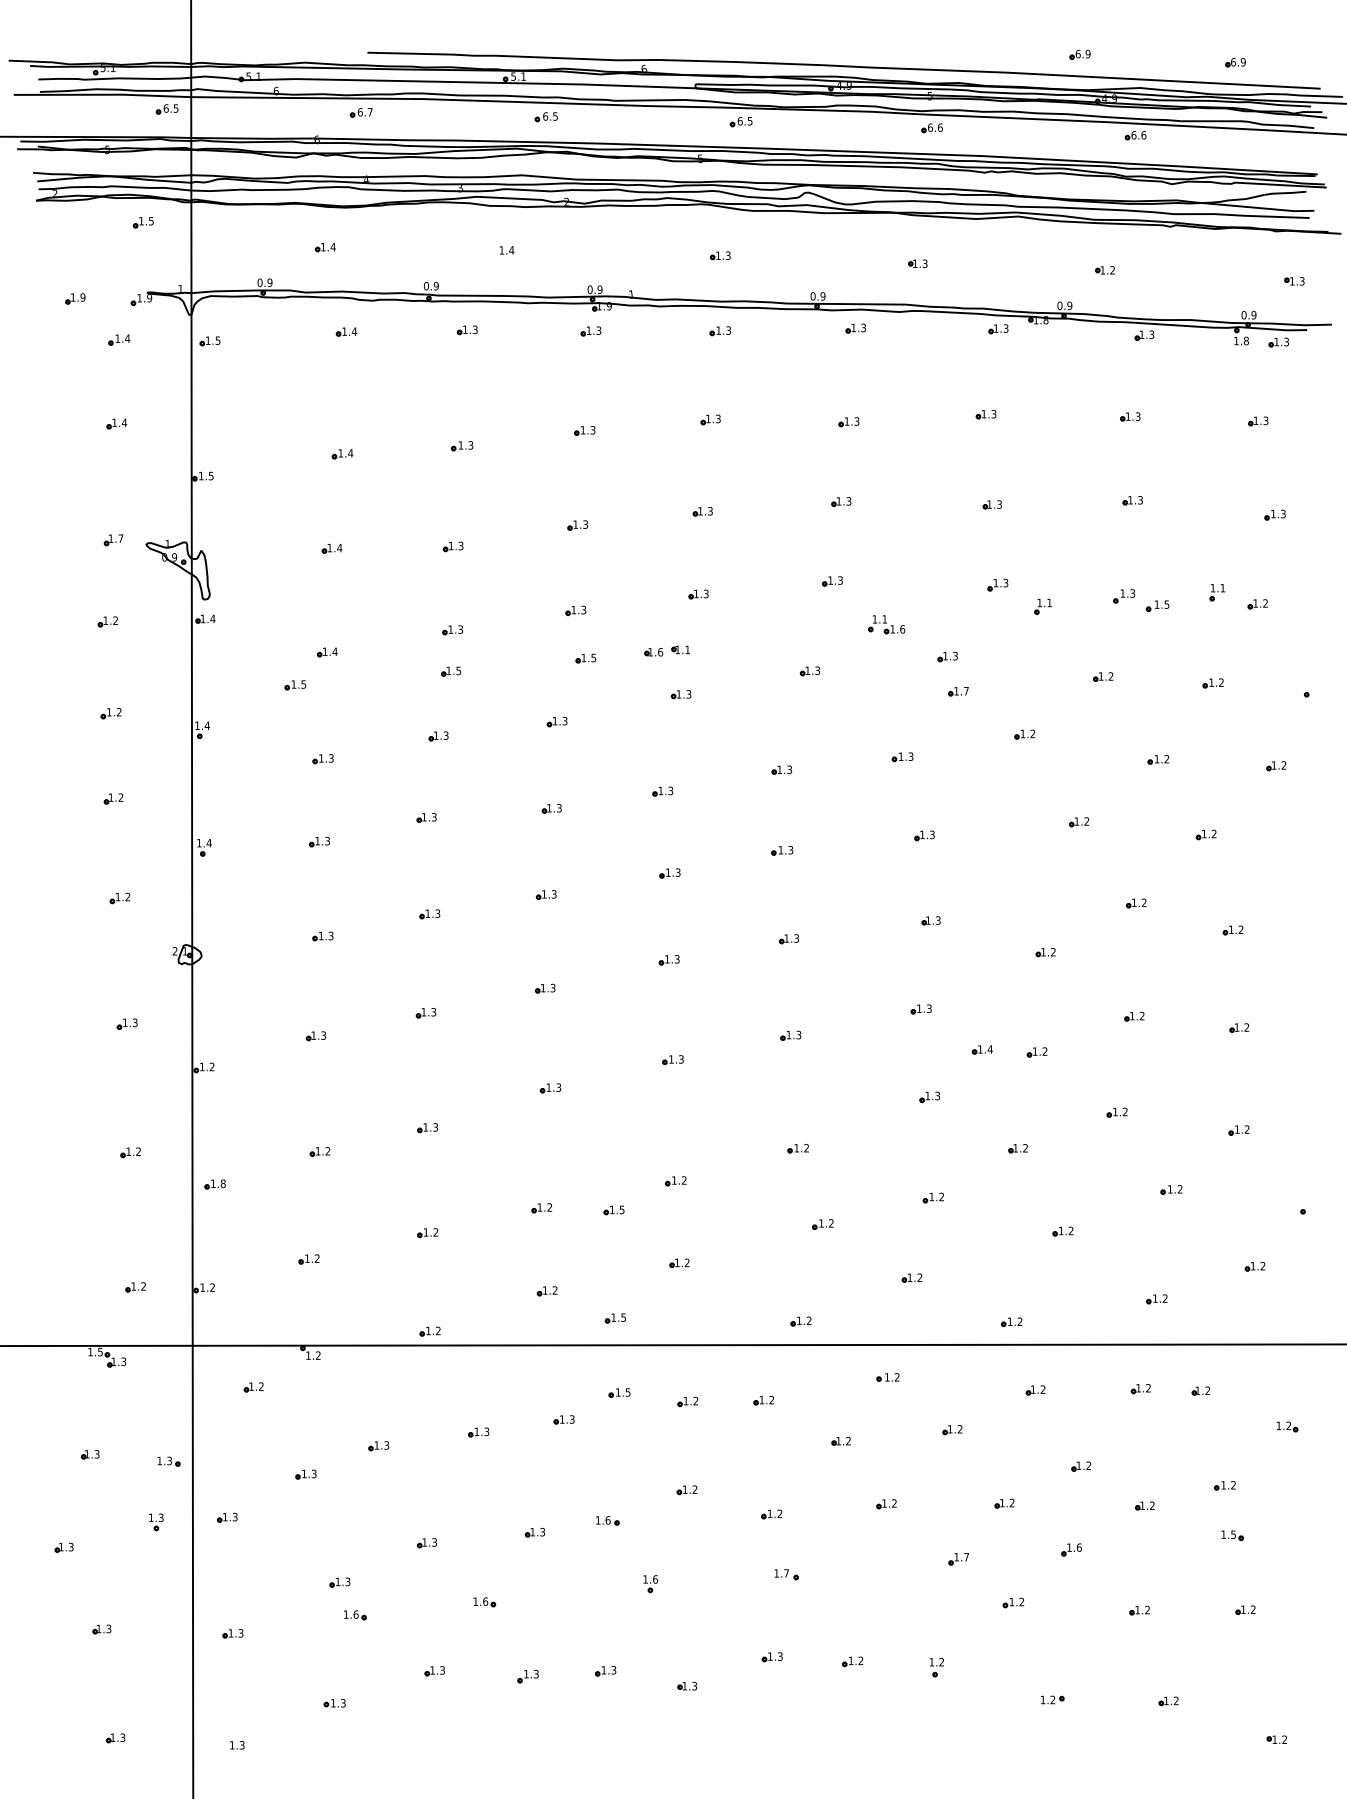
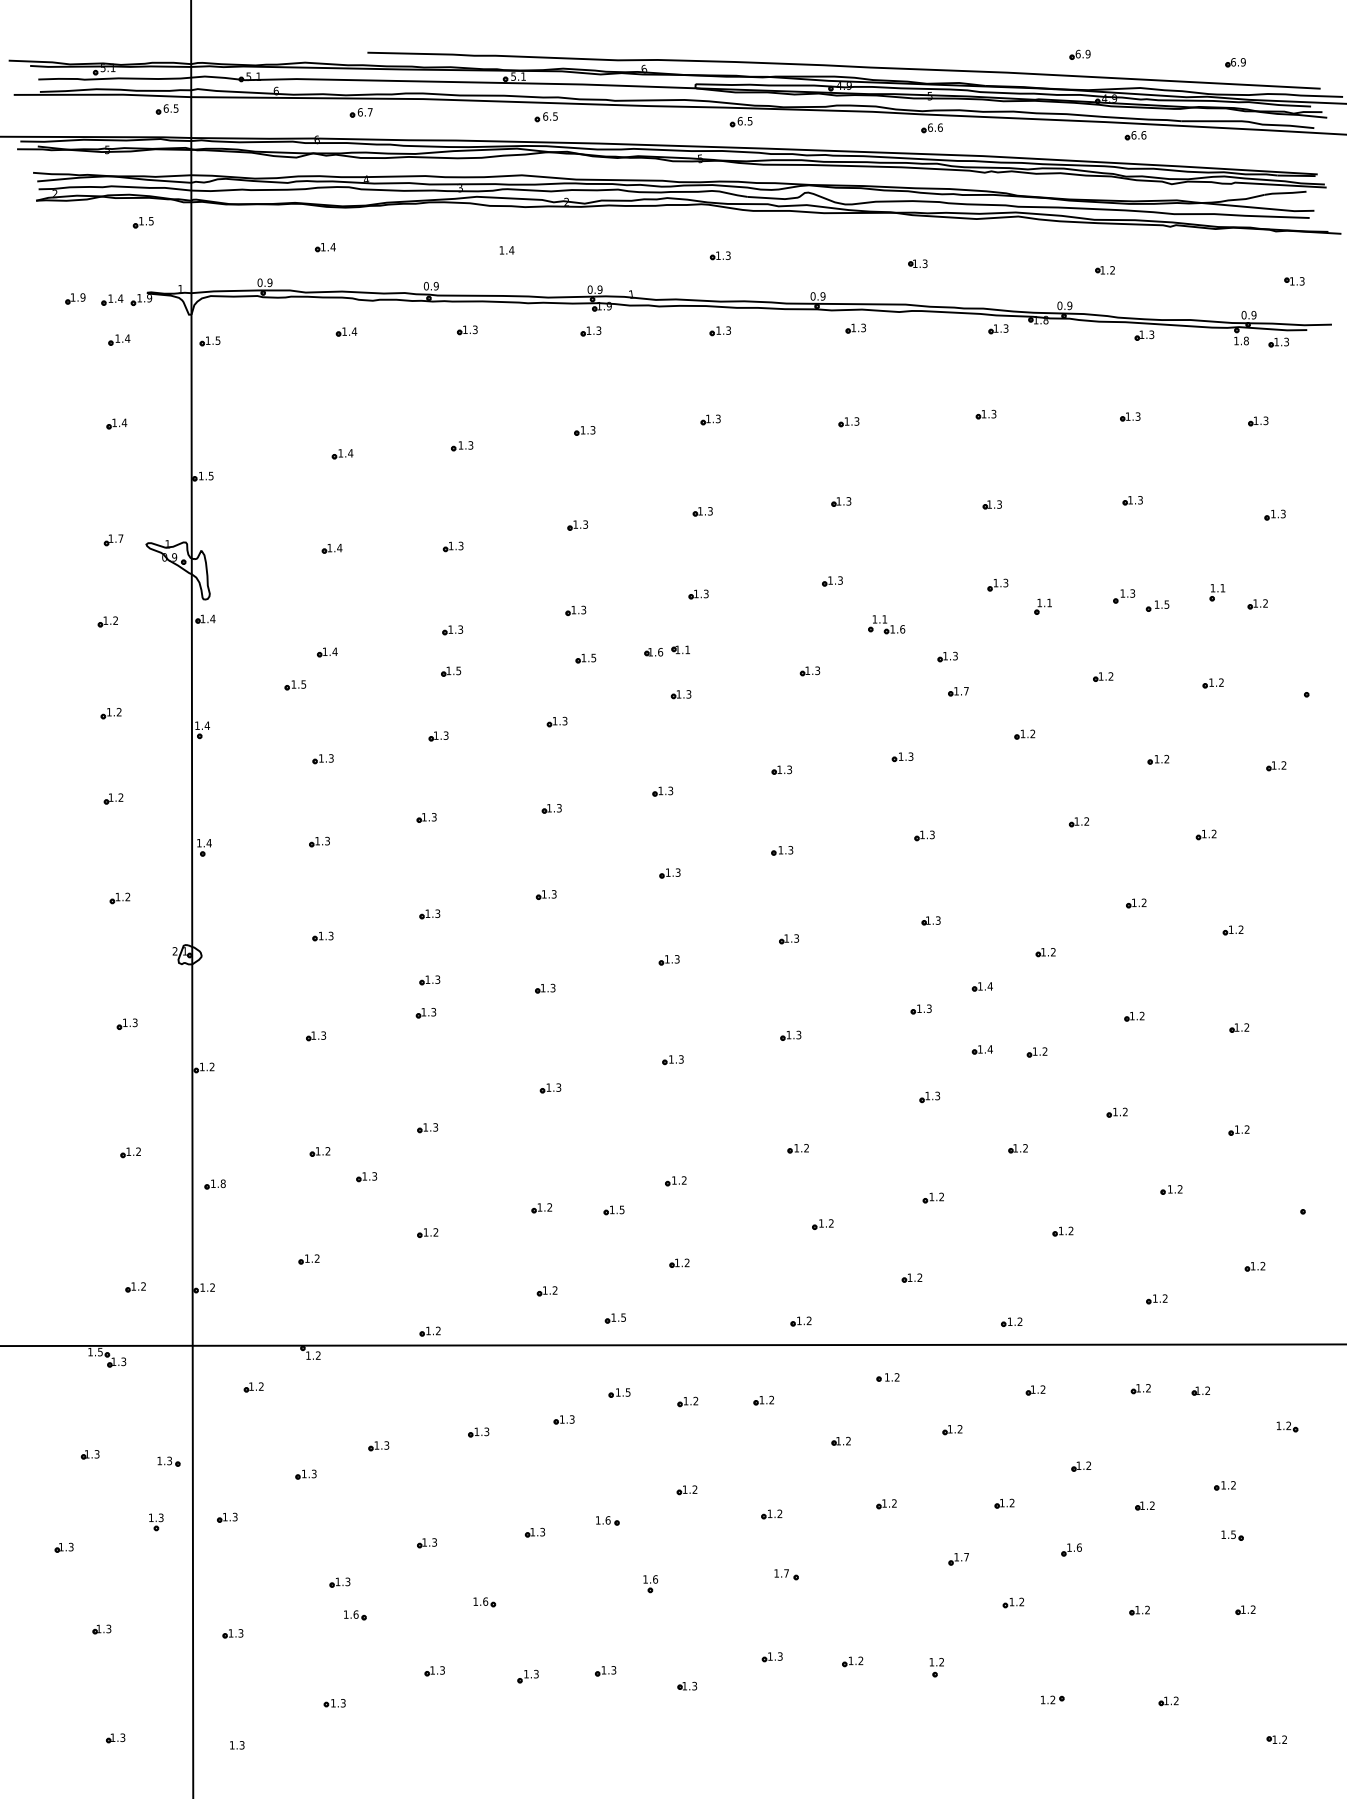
part at (112, 299): none -> present
part at (429, 980): none -> present
part at (981, 986): none -> present
part at (366, 1177): none -> present
